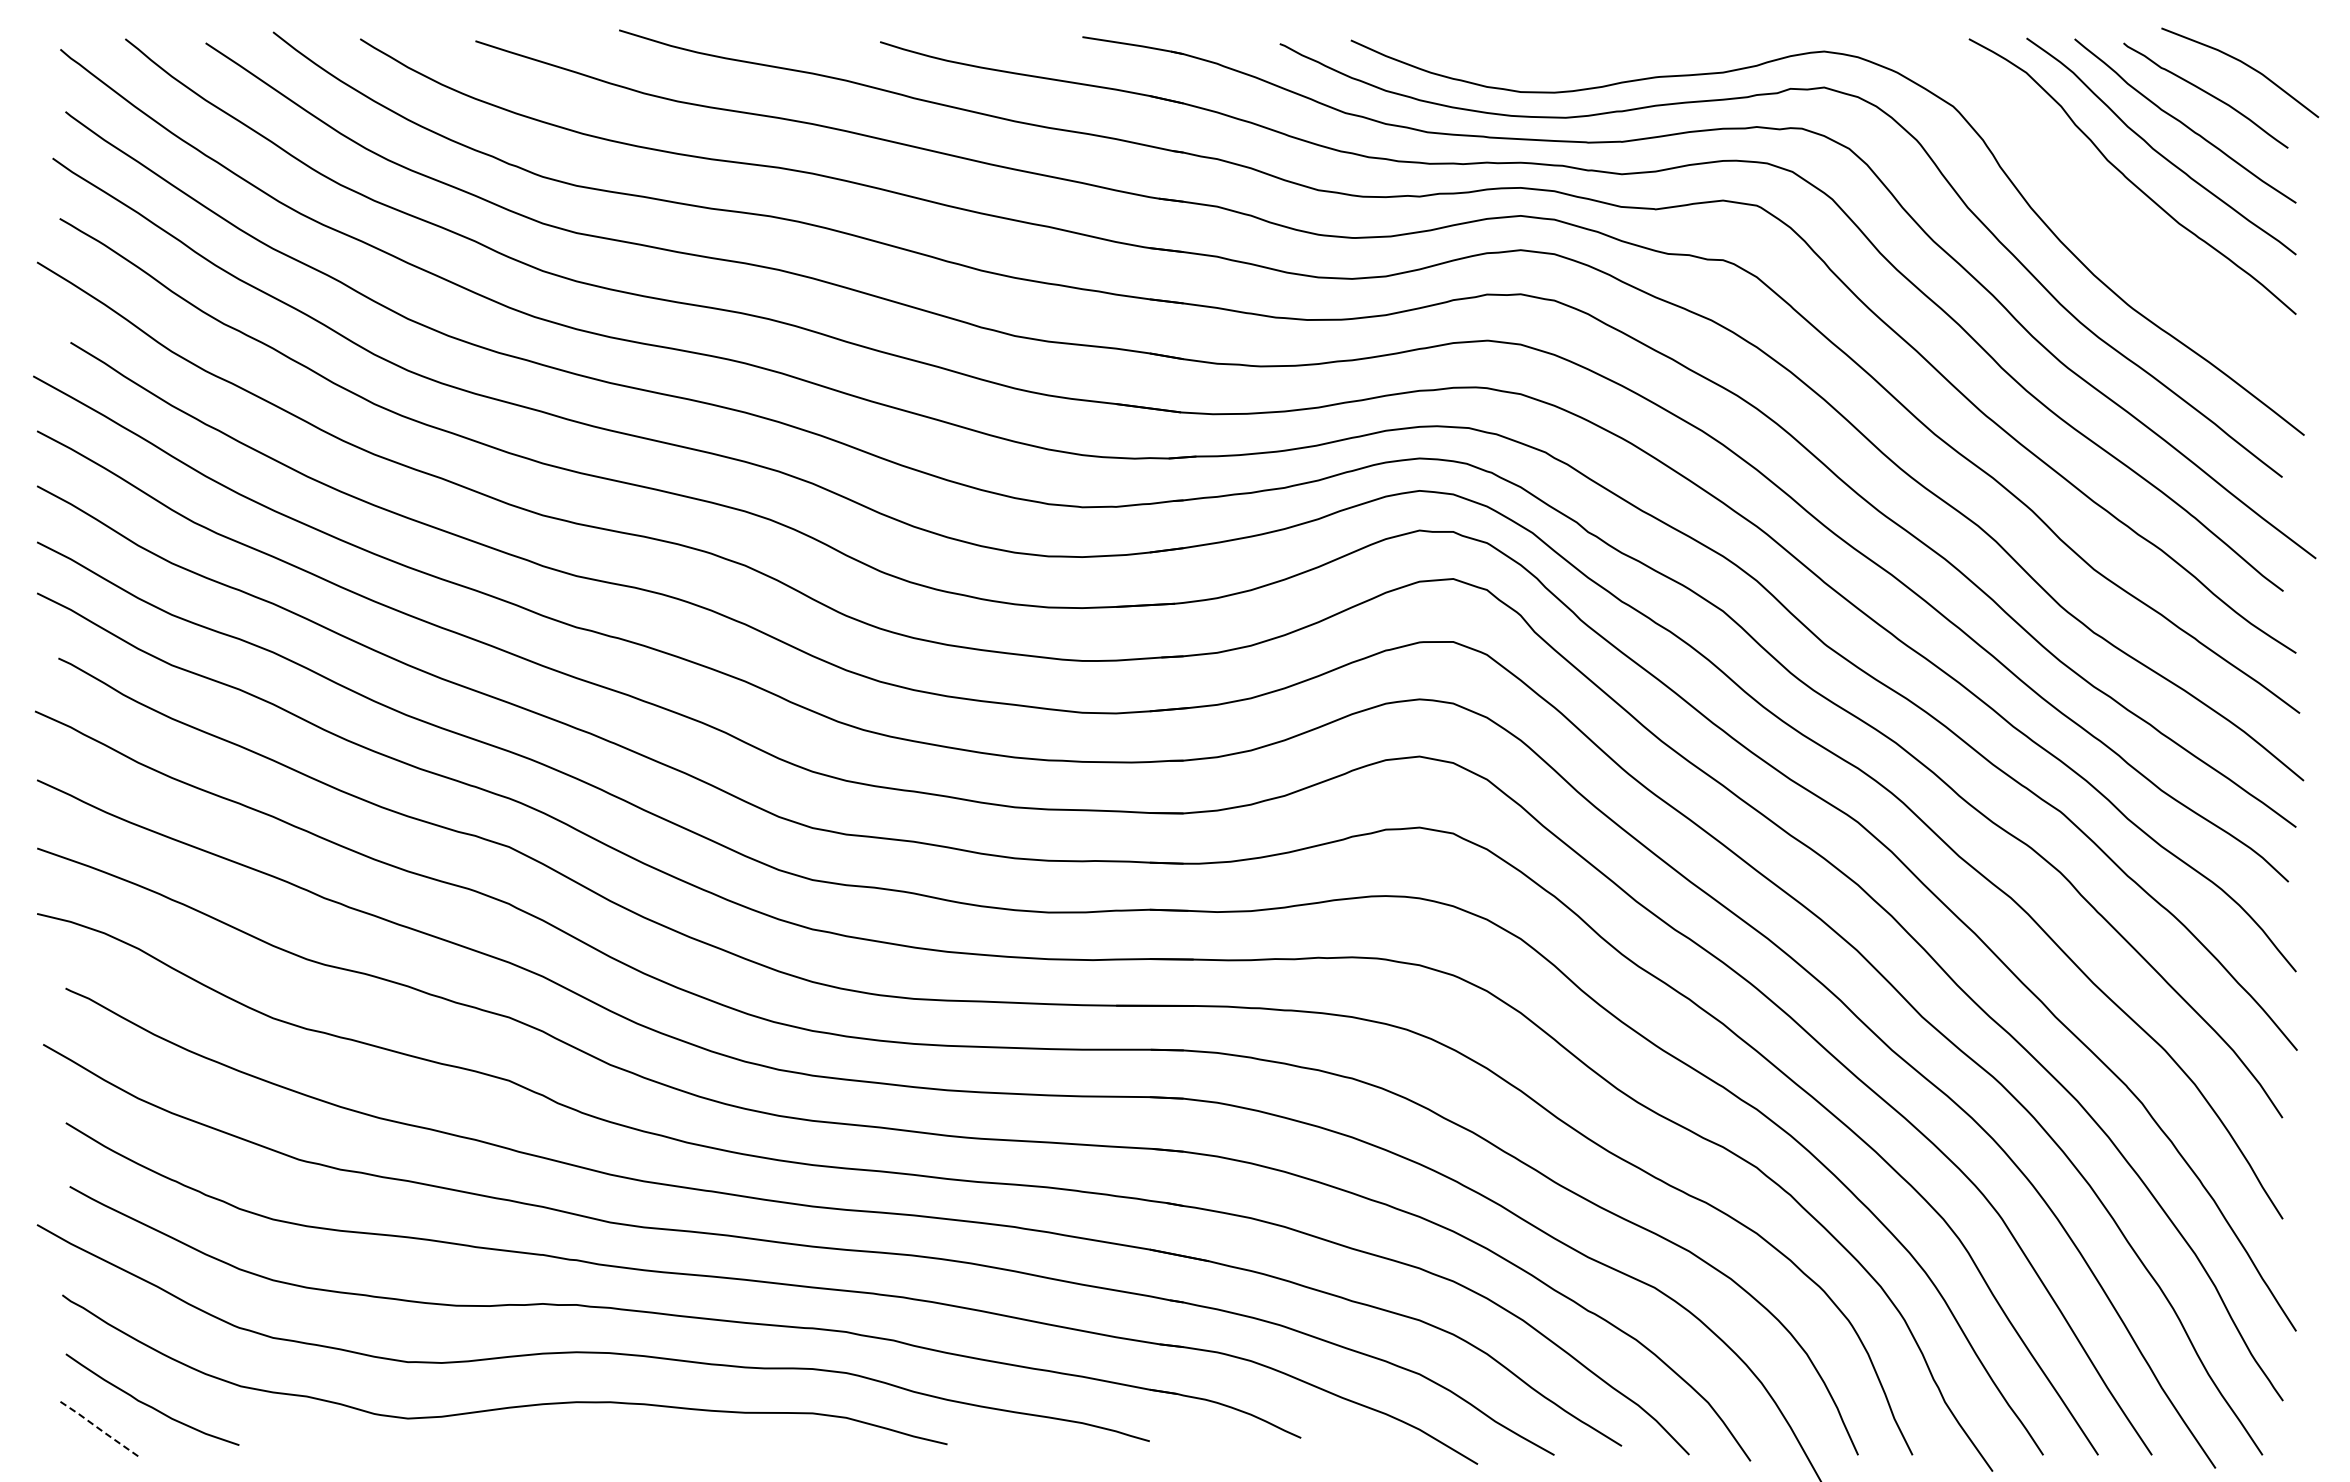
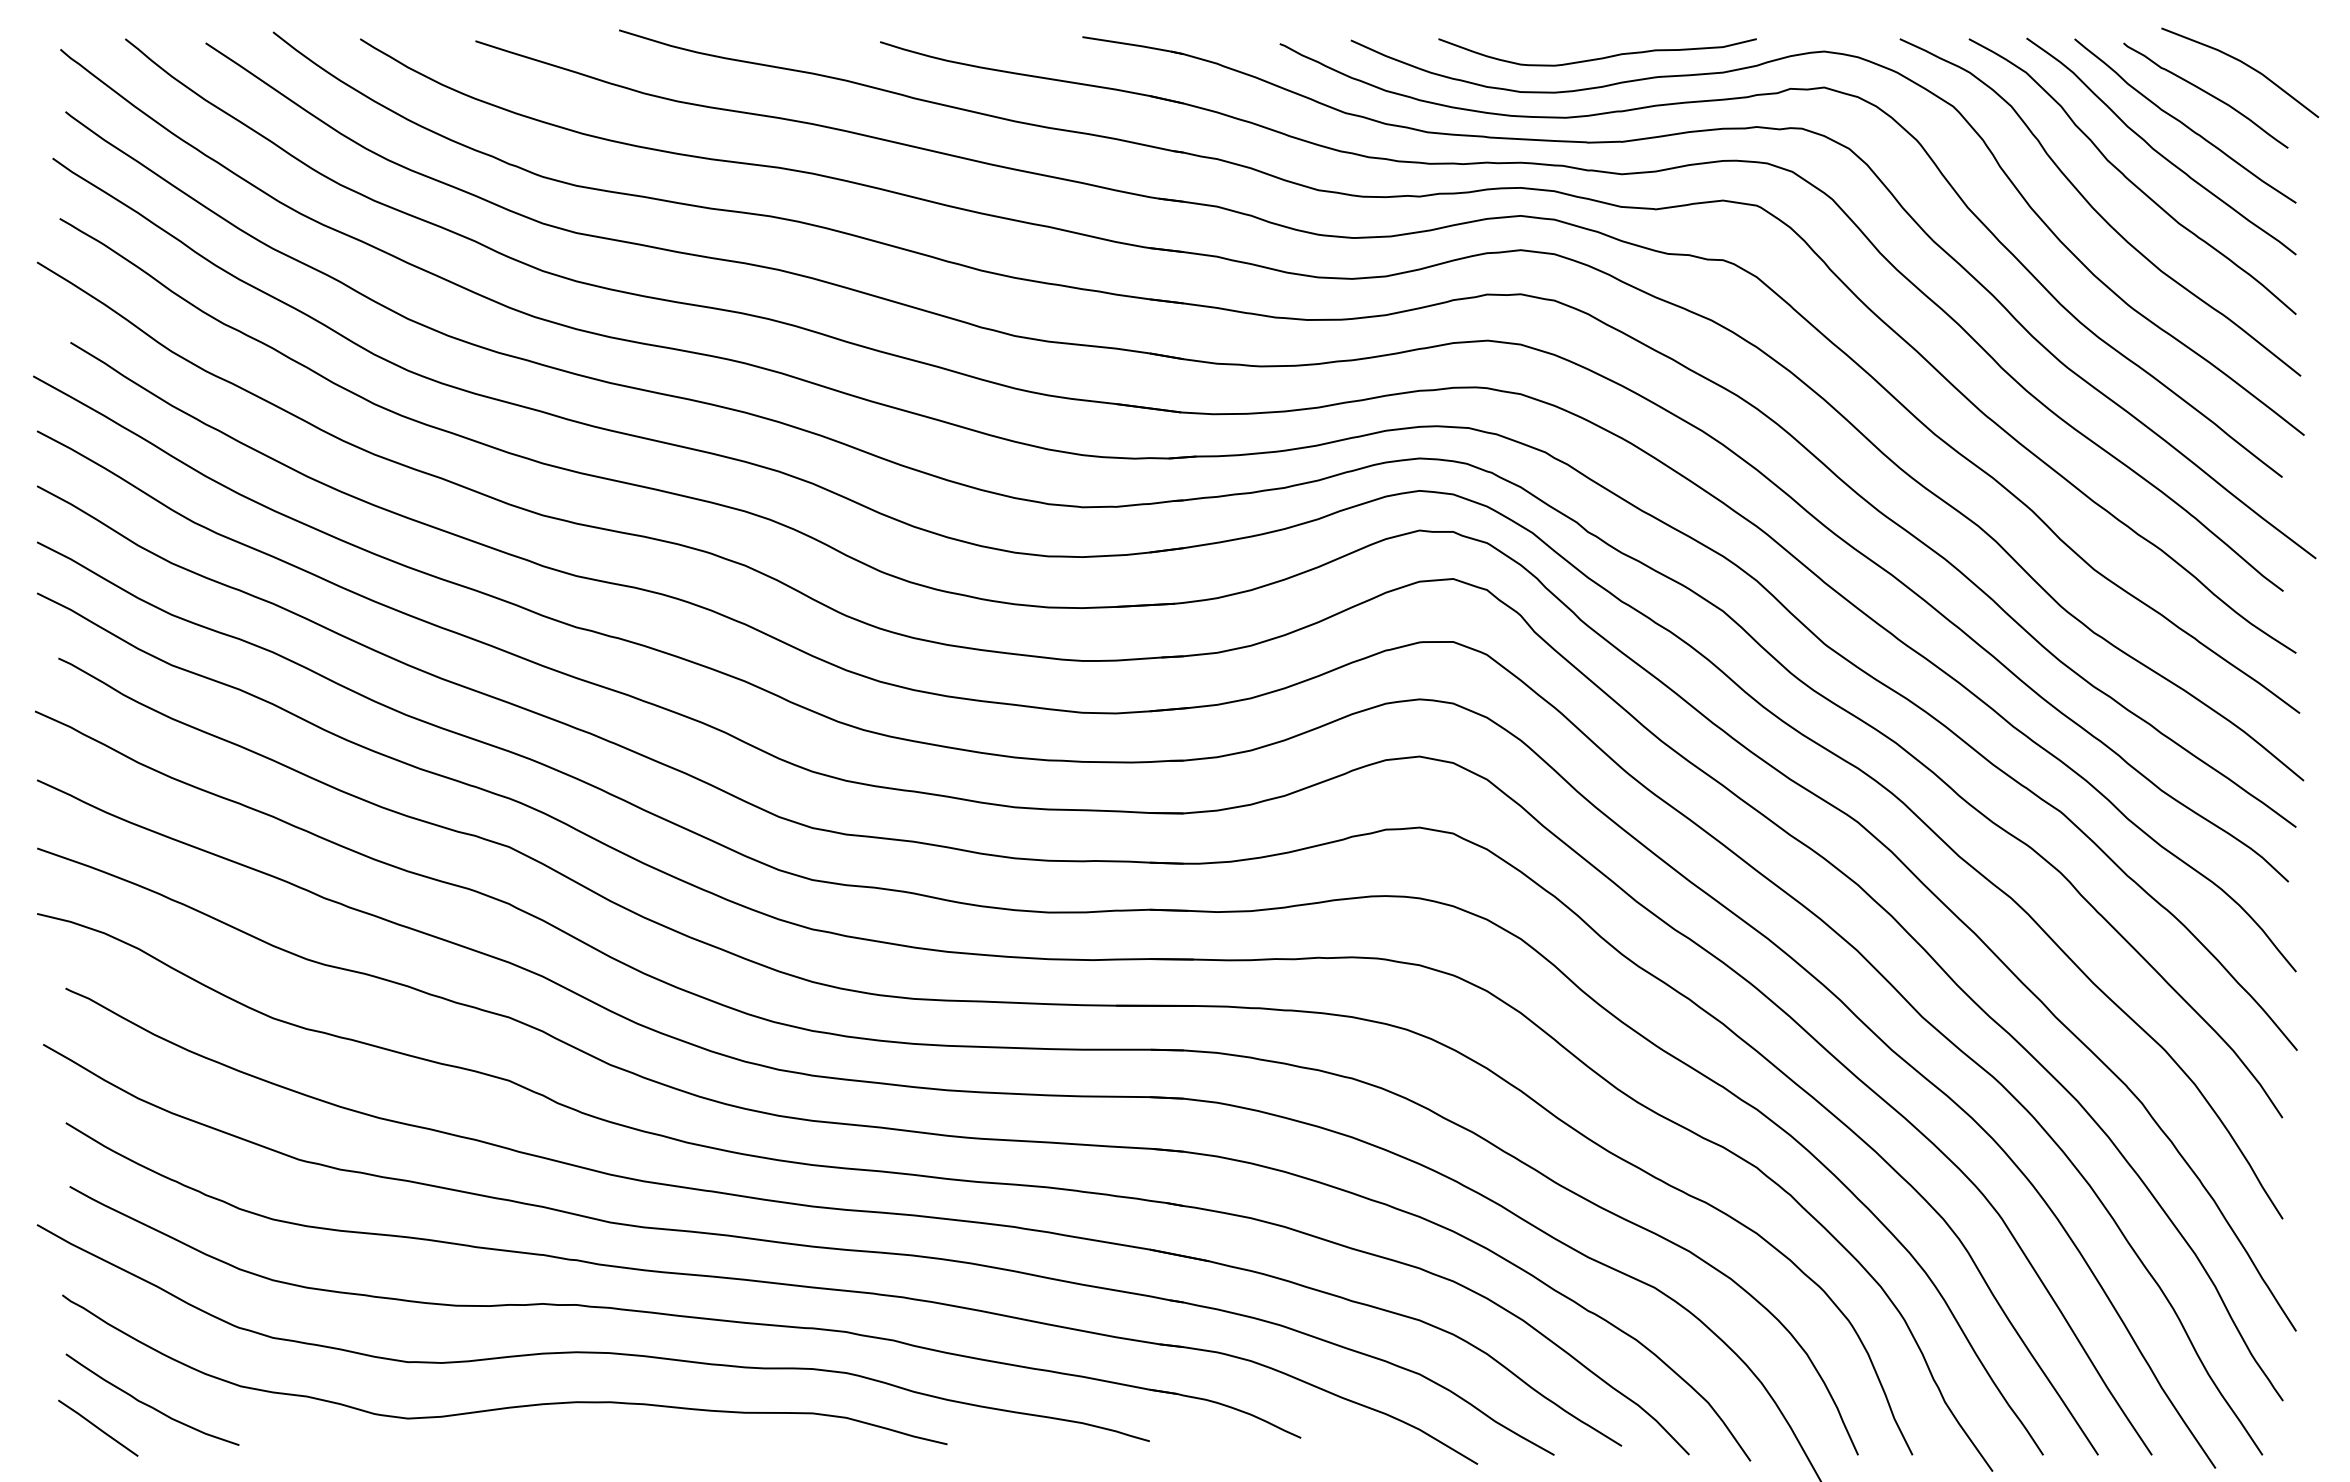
curve at (1600, 57): none -> present
curve at (2096, 210): none -> present
line at (98, 1428): dashed -> solid
